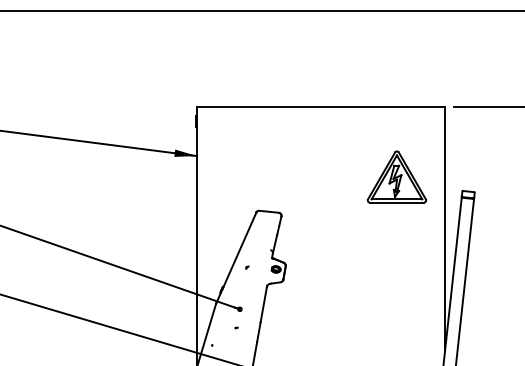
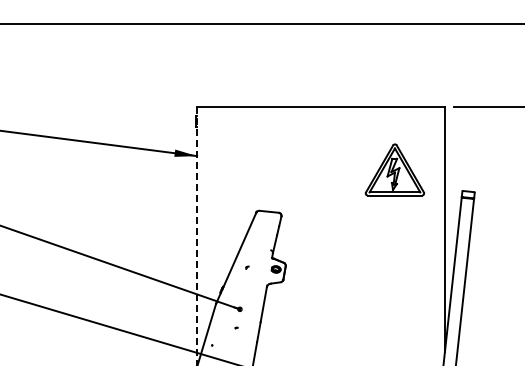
line at (261, 10) position: (261, 10) -> (261, 23)
part at (396, 176) position: (396, 176) -> (394, 169)
line at (197, 236): solid -> dashed
